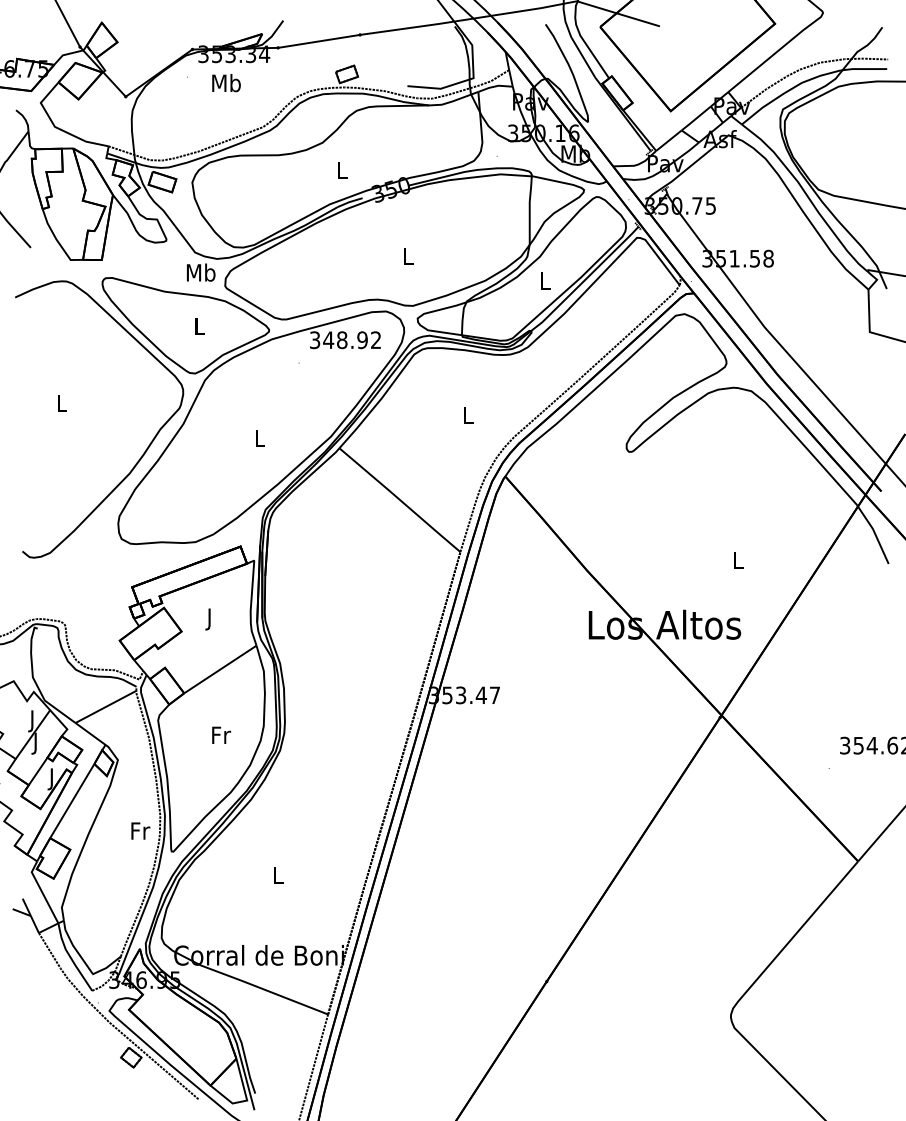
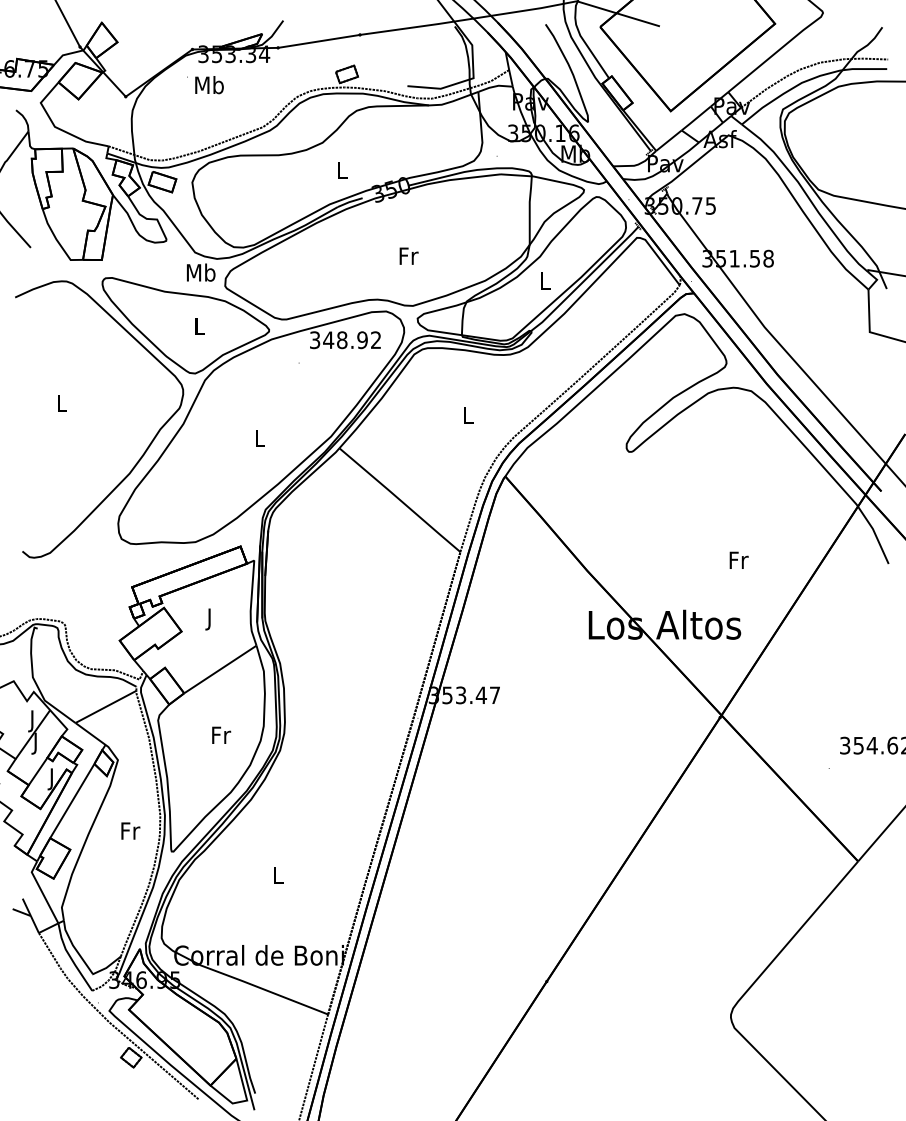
text at (226, 83) position: (226, 83) -> (209, 85)
text at (408, 255): L -> Fr
text at (738, 559): L -> Fr
text at (140, 830) position: (140, 830) -> (130, 830)
